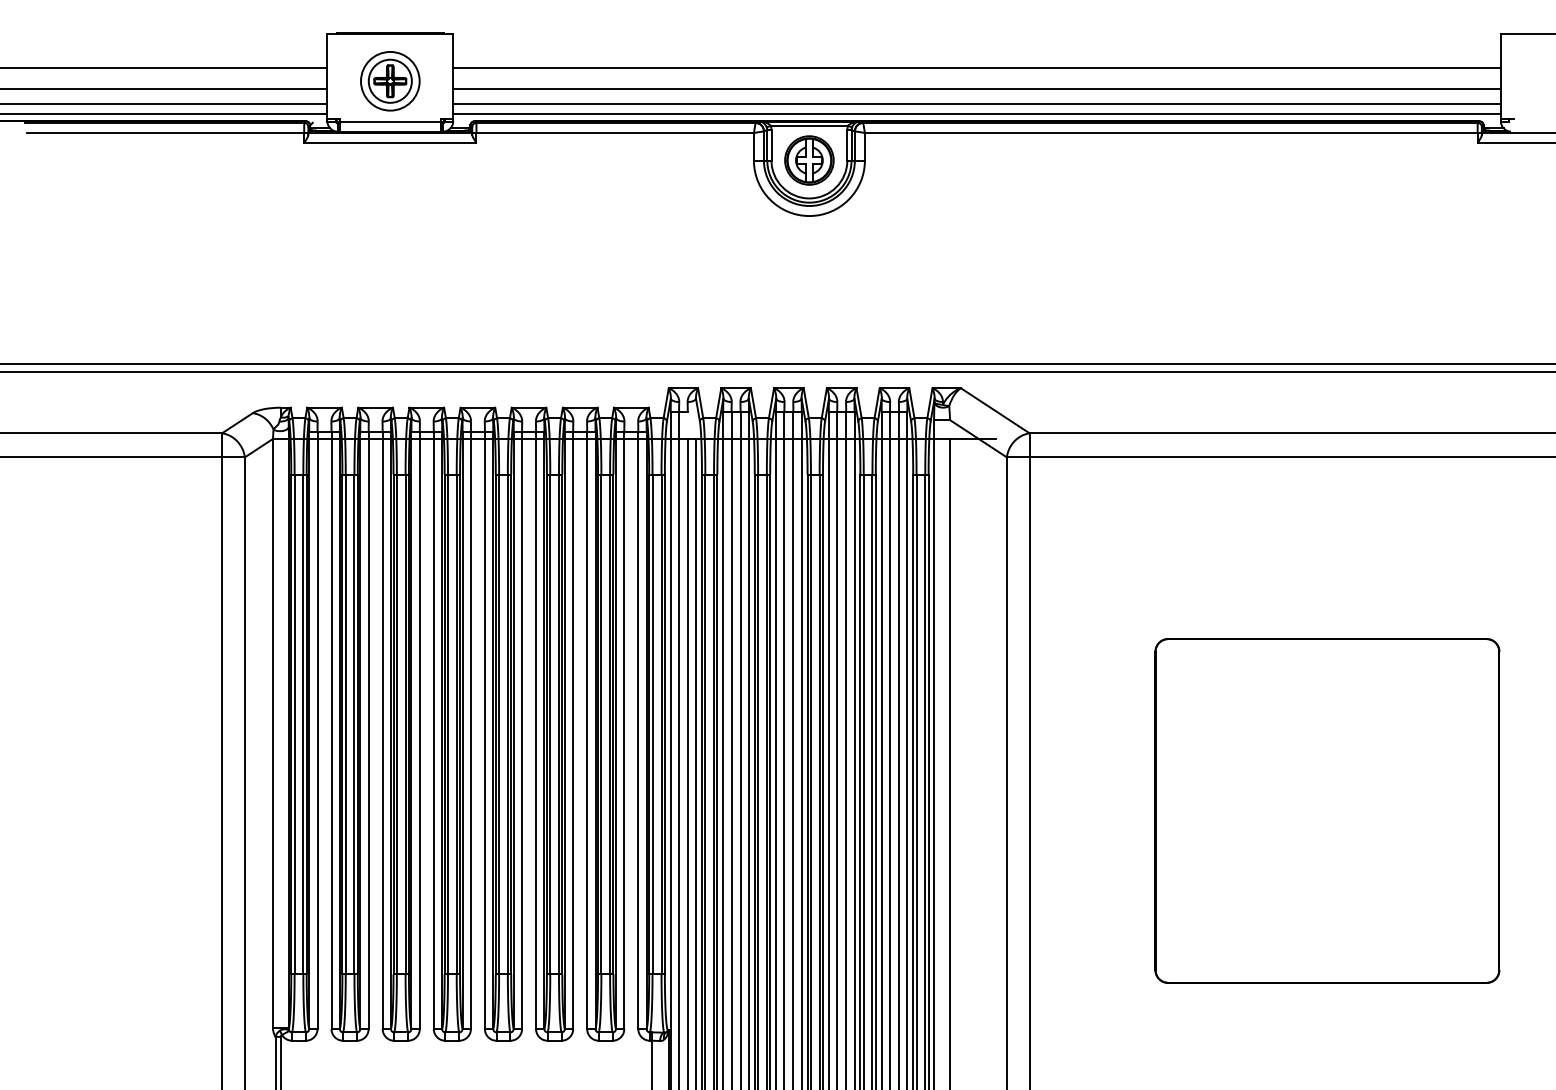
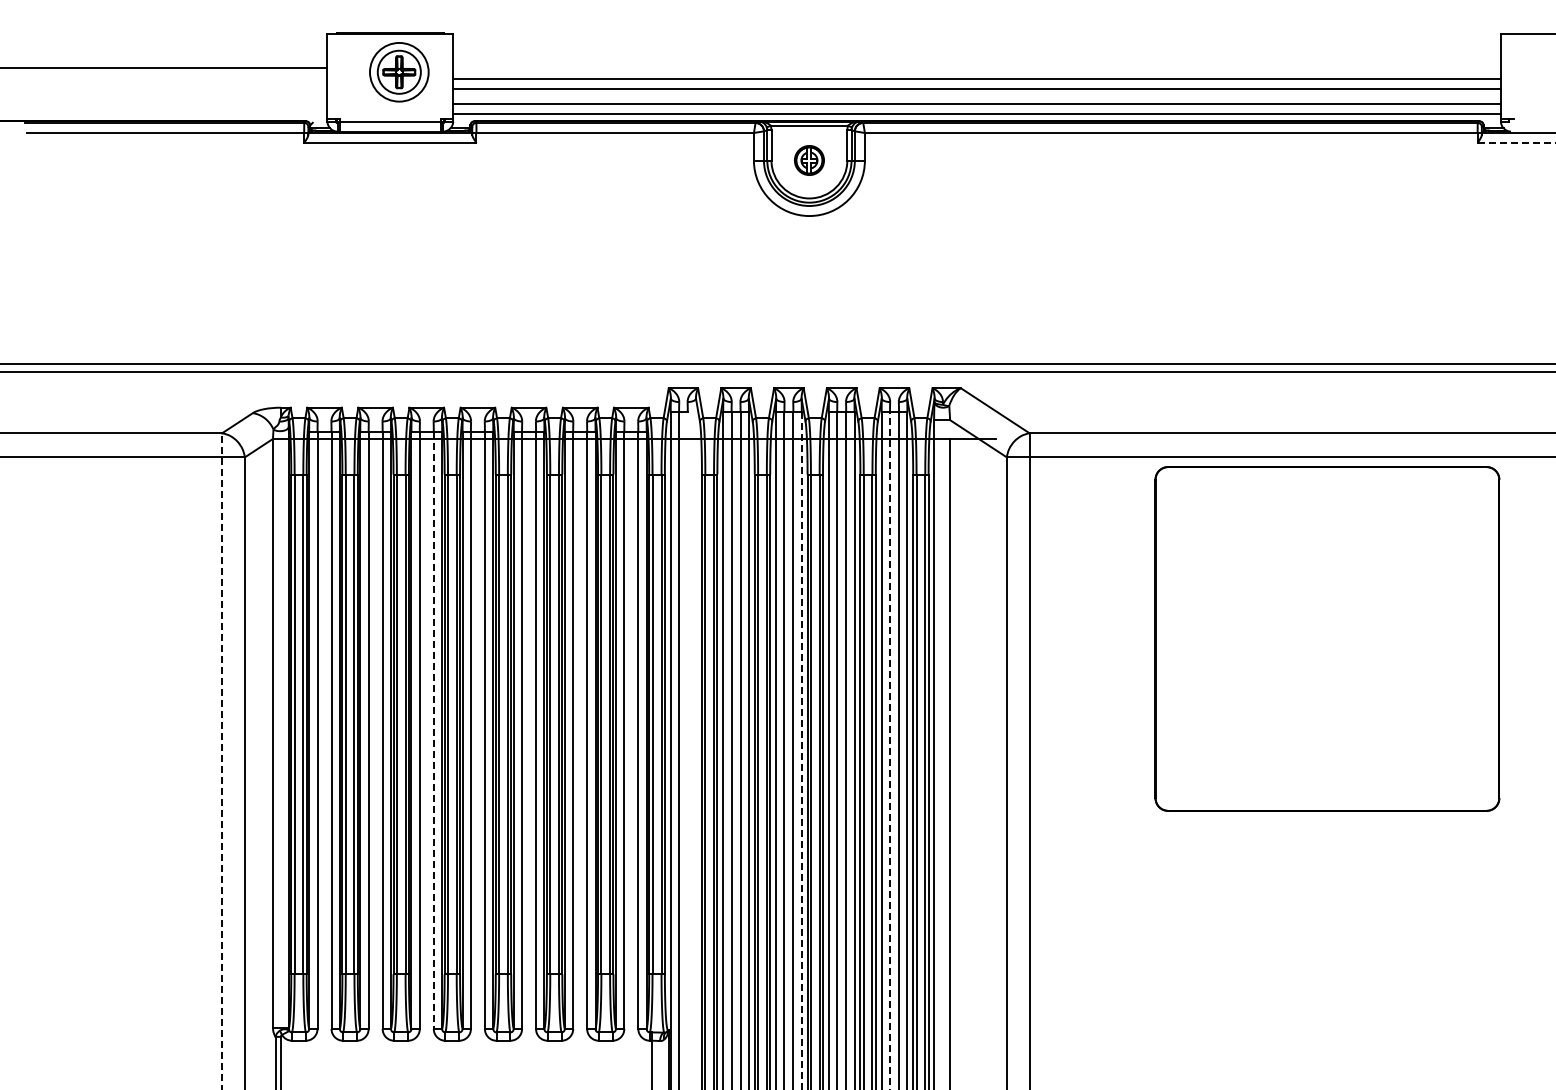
line at (976, 68) position: (976, 68) -> (976, 79)
part at (390, 81) position: (390, 81) -> (399, 72)
line at (164, 89): present -> none
line at (164, 104): present -> none
line at (164, 114): present -> none
line at (1516, 143): solid -> dashed
part at (809, 160) size: 51x51 px -> 31x31 px
line at (433, 730): solid -> dashed
line at (890, 750): solid -> dashed
line at (801, 751): solid -> dashed
line at (222, 761): solid -> dashed
line at (687, 762): present -> none
line at (696, 762): present -> none
part at (1327, 810) position: (1327, 810) -> (1327, 638)
